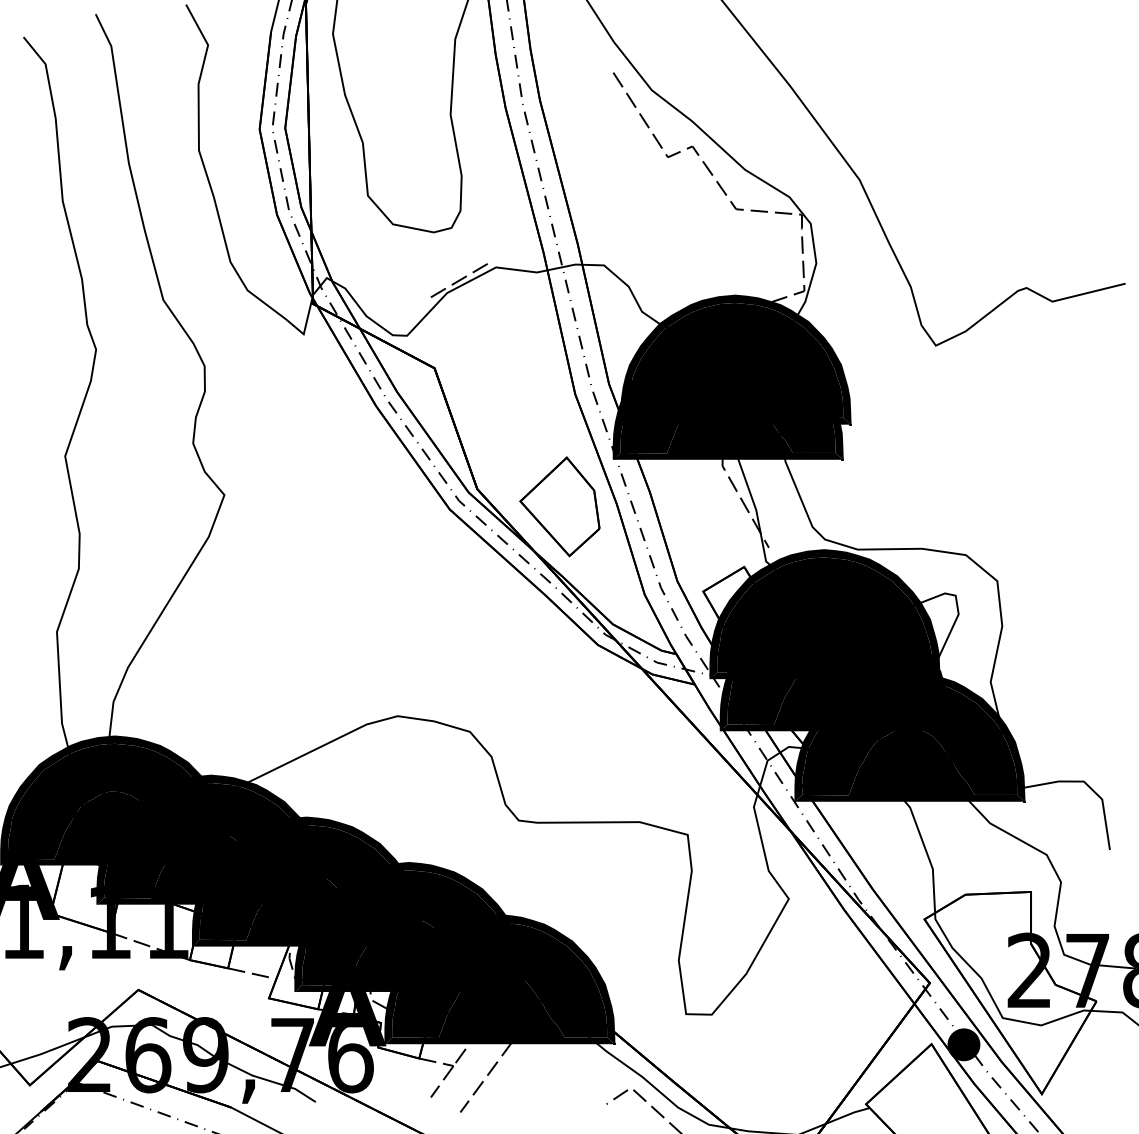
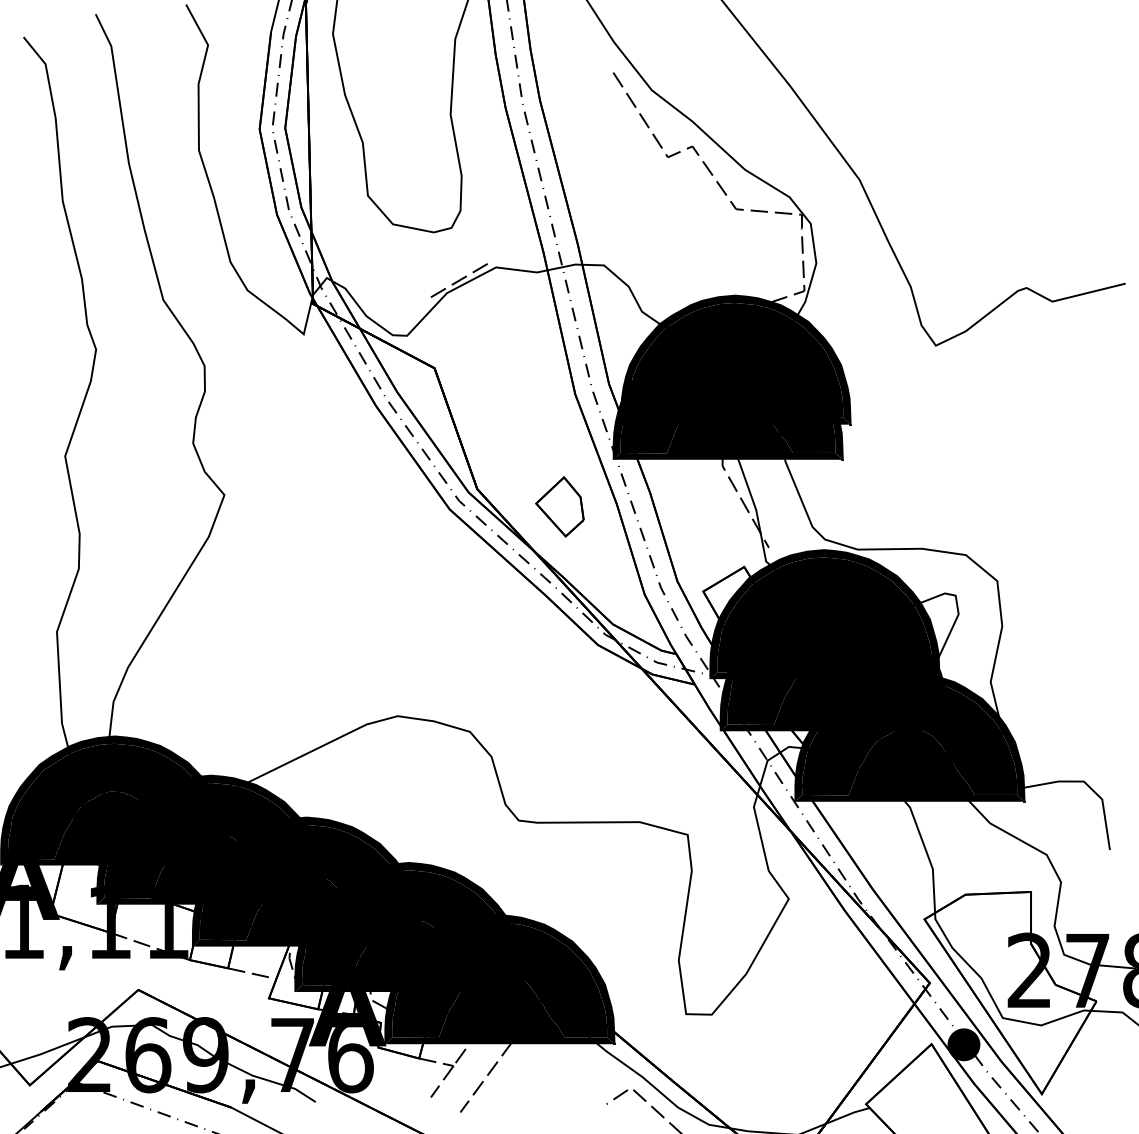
part at (559, 506) size: 82x102 px -> 50x62 px
